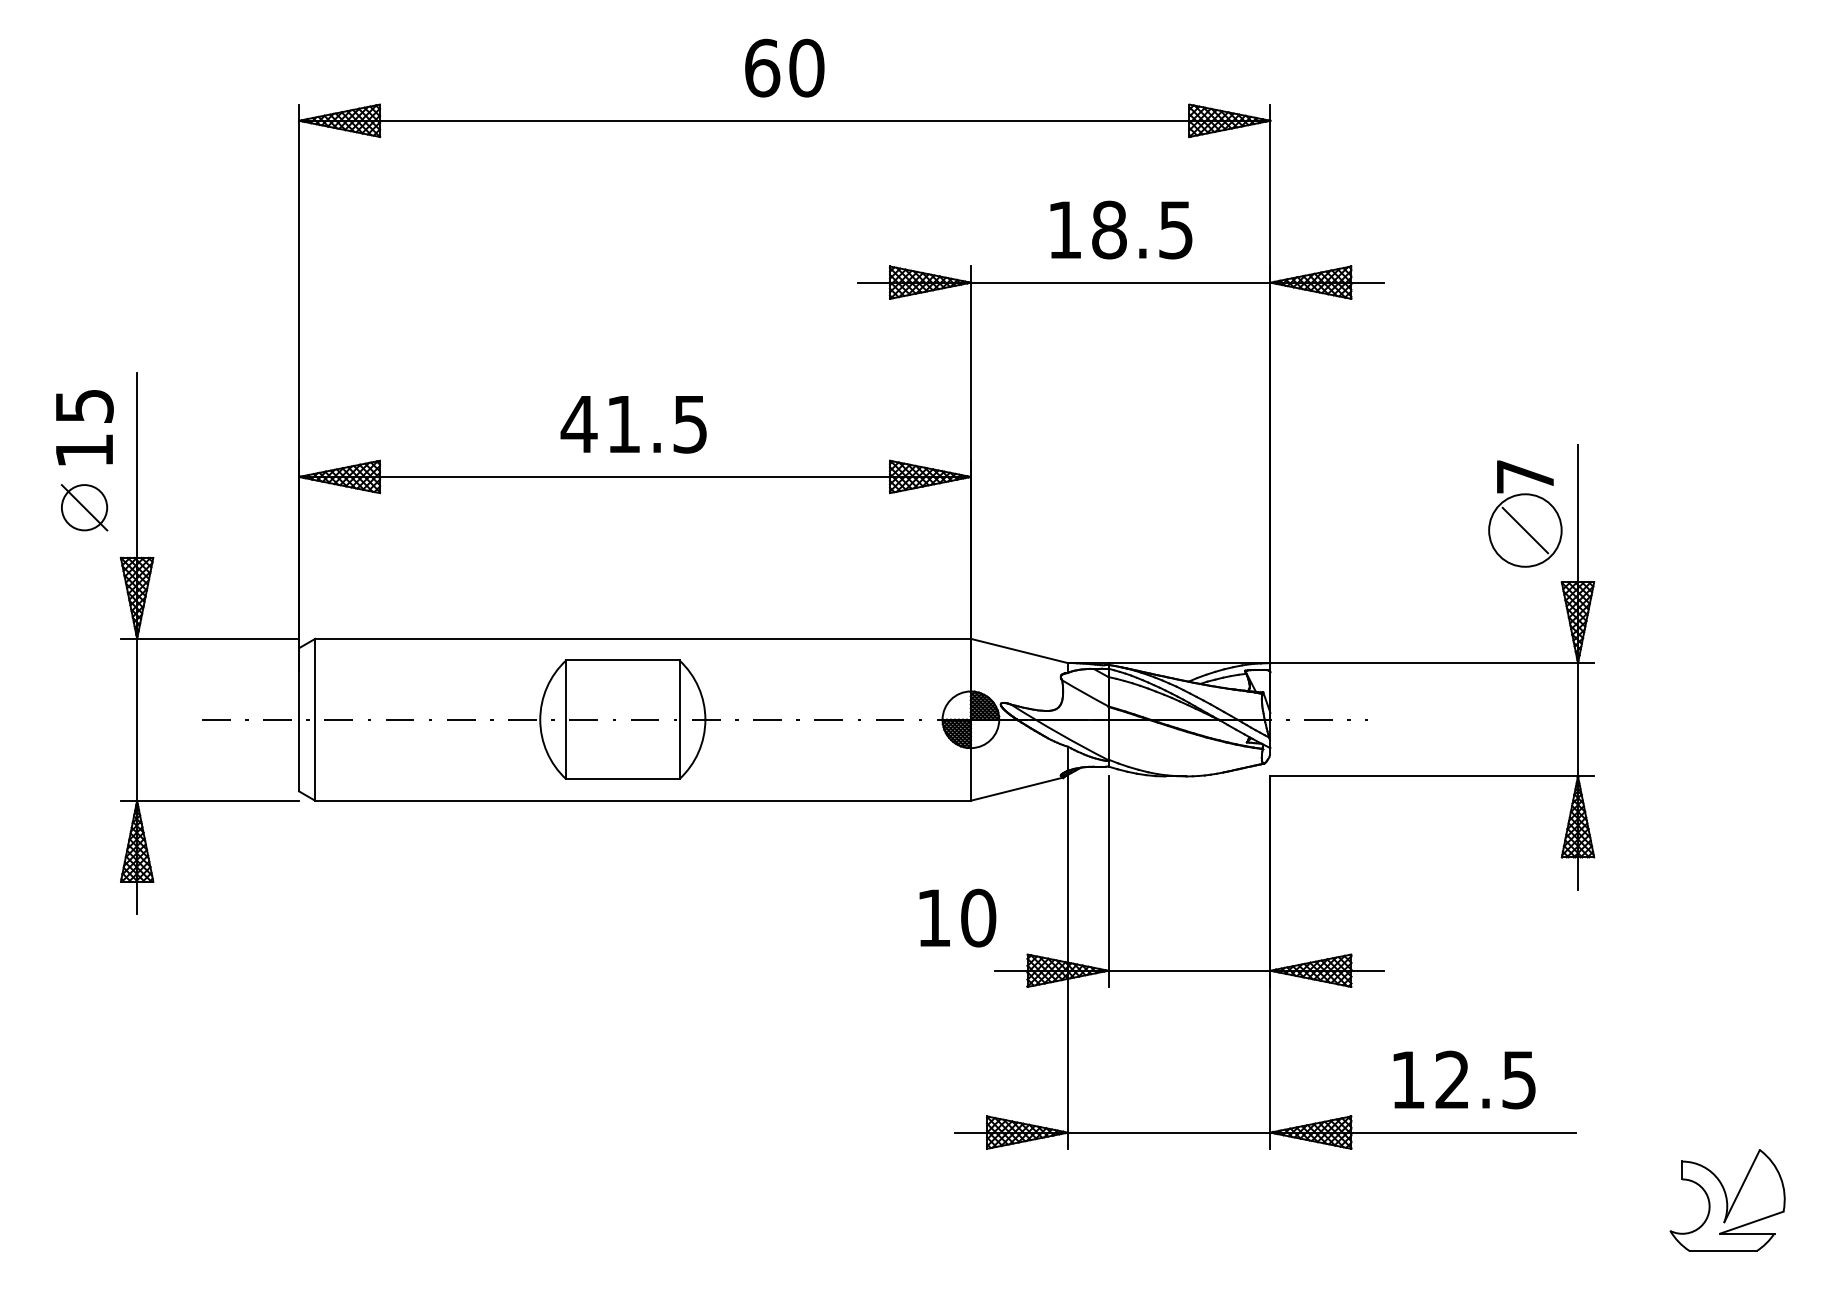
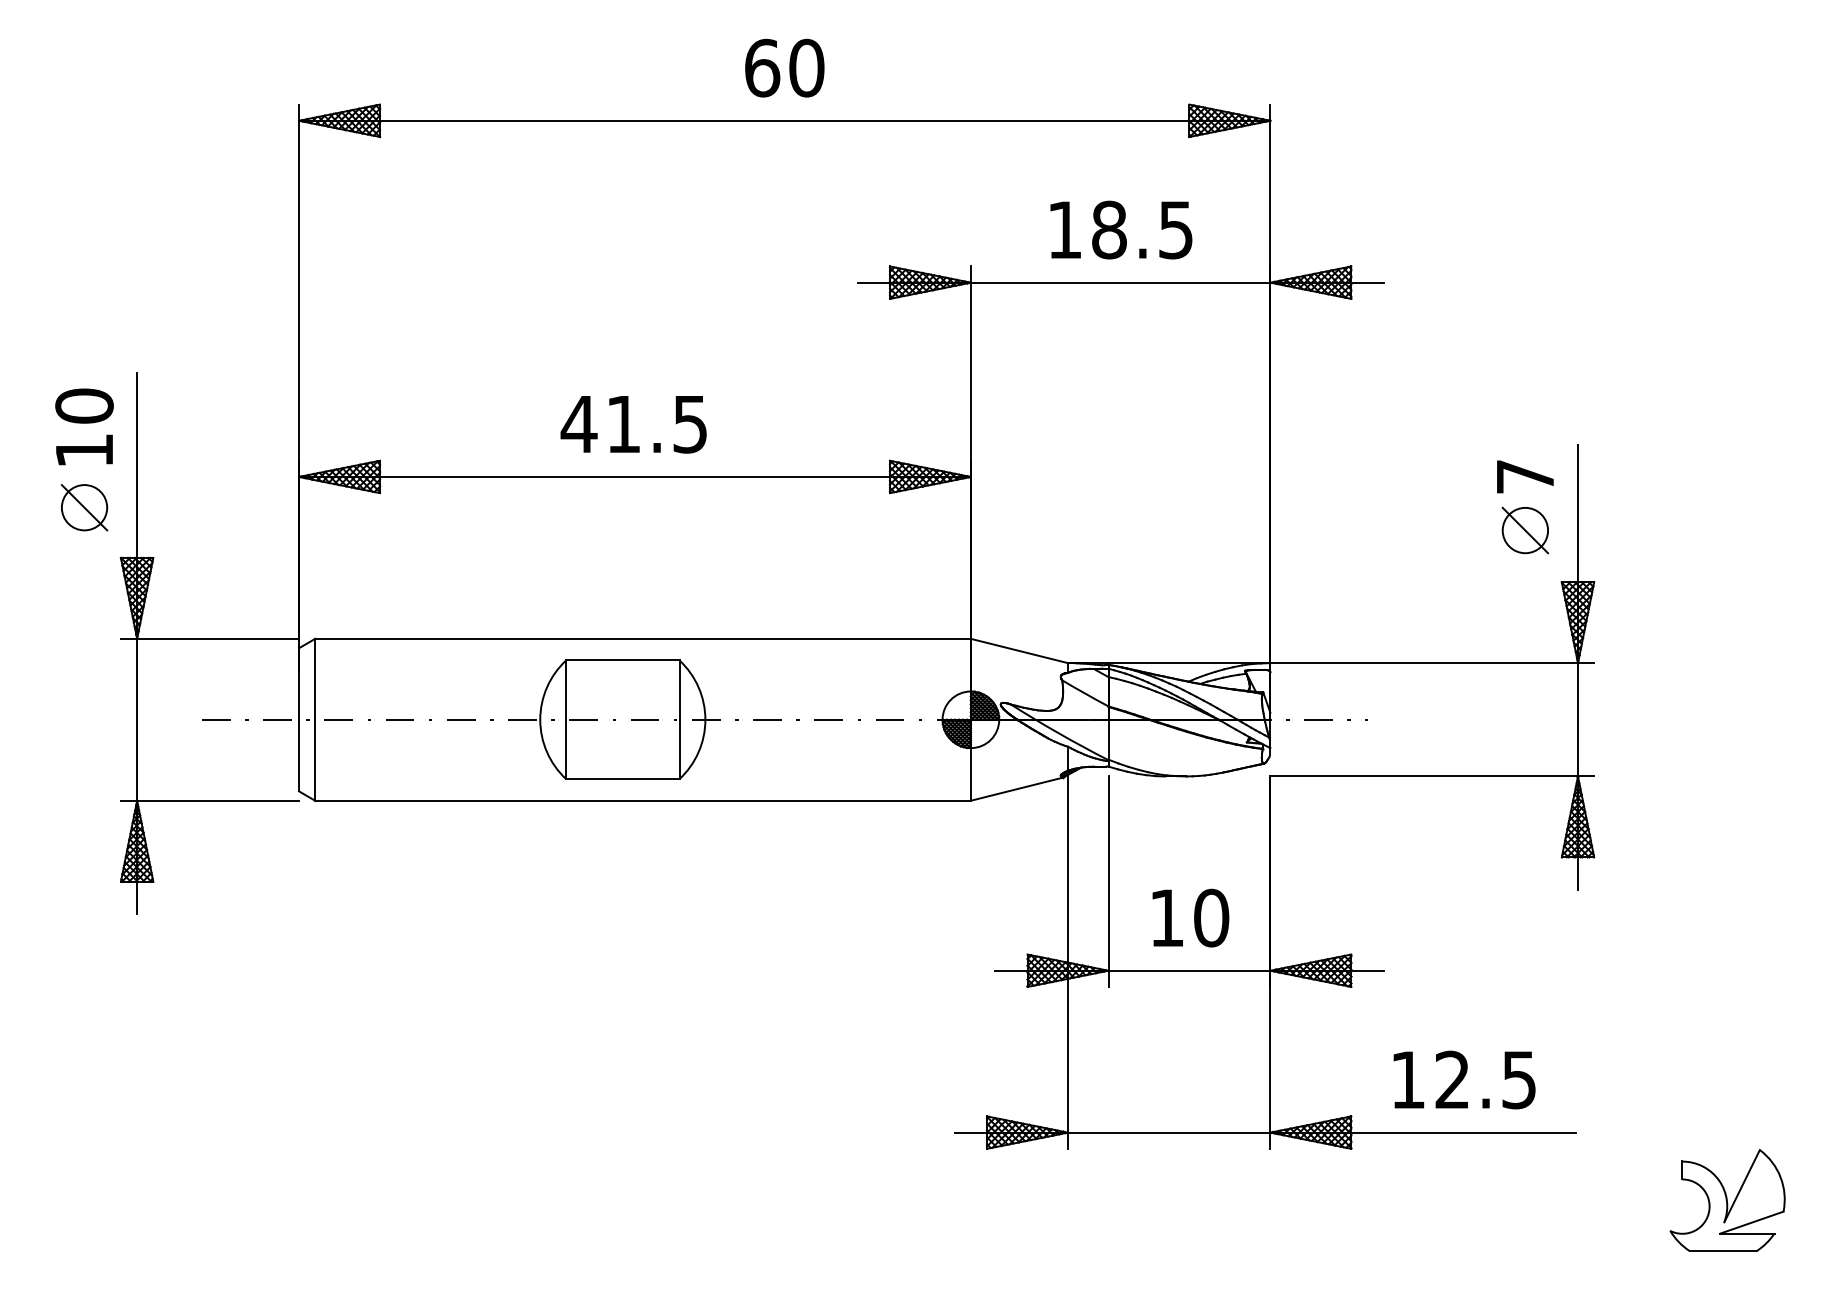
text at (84, 405): 15 -> 10
circle at (1525, 530) diameter: 73 px -> 45 px
text at (957, 917) position: (957, 917) -> (1190, 917)
